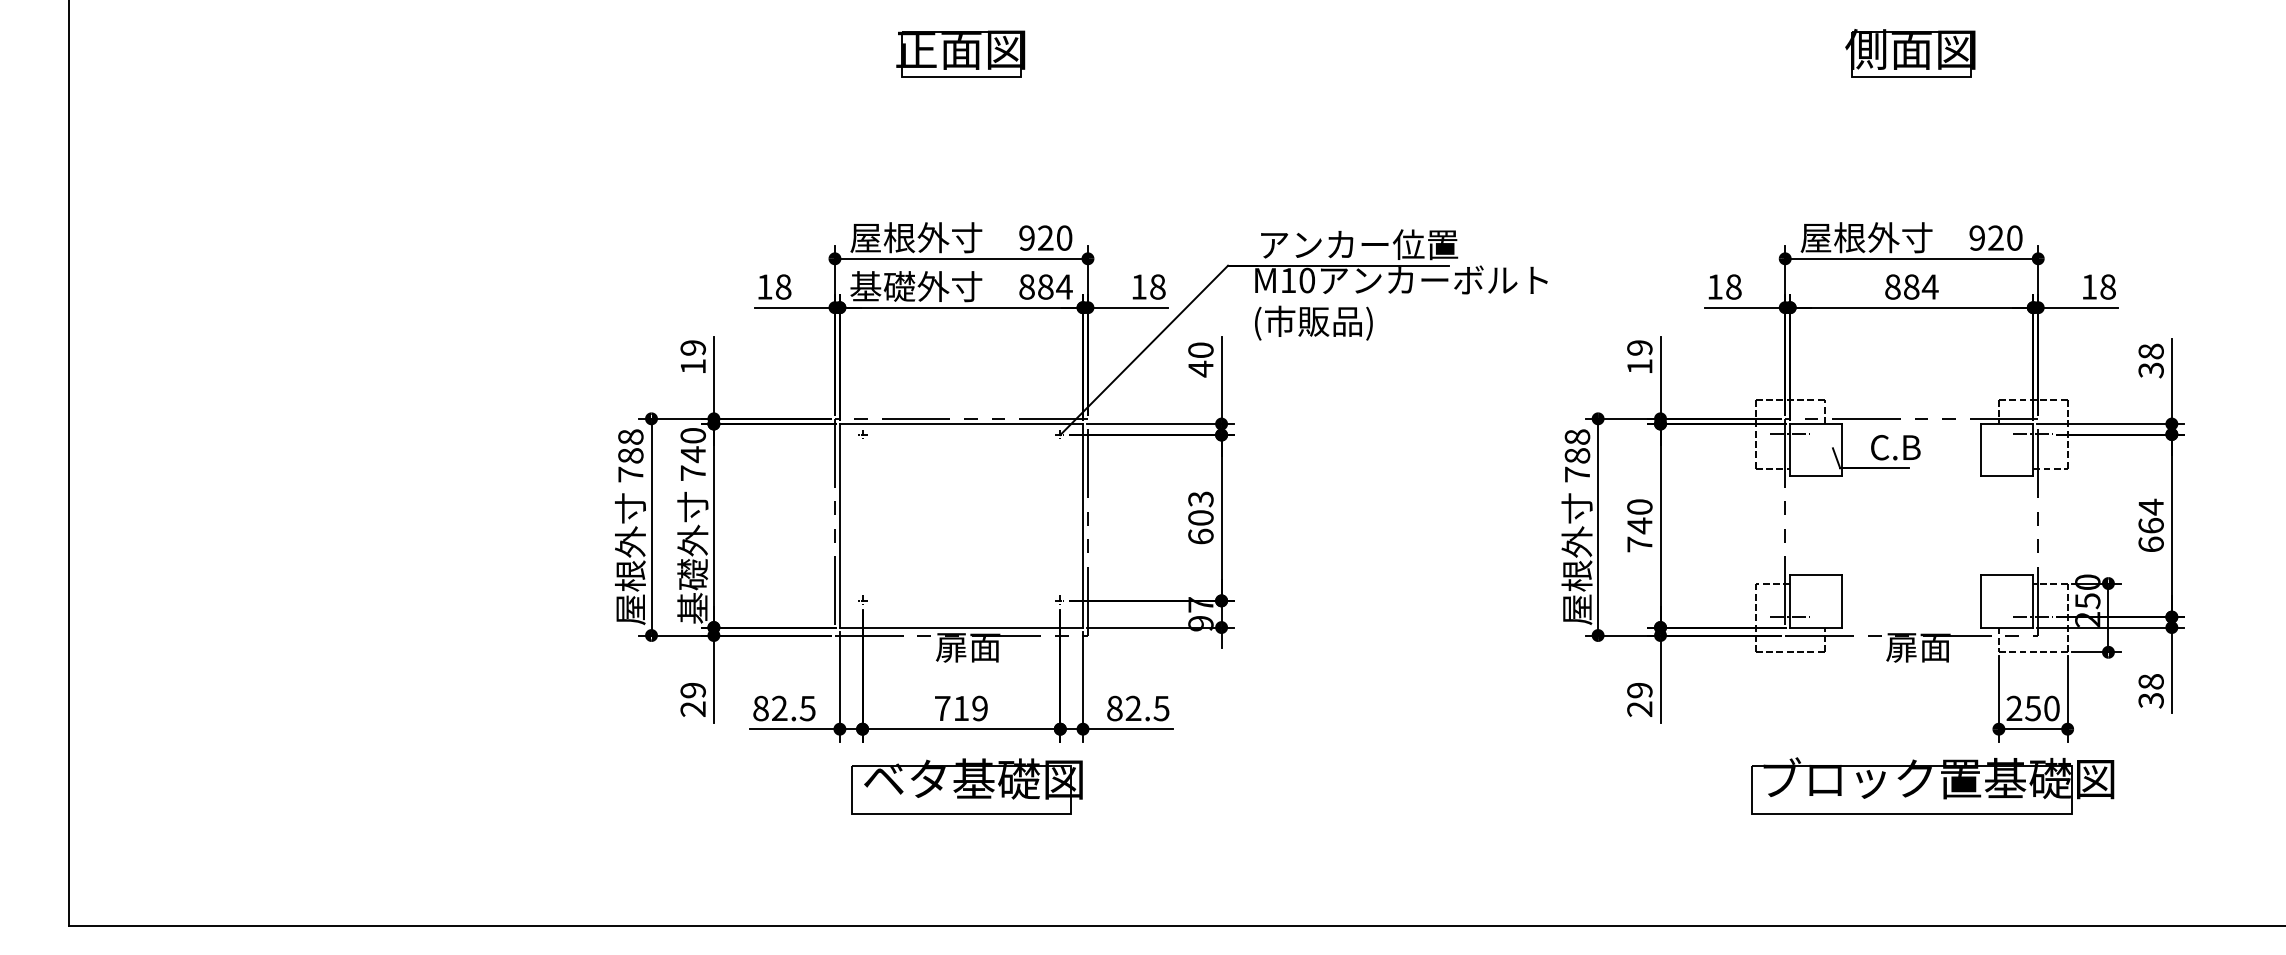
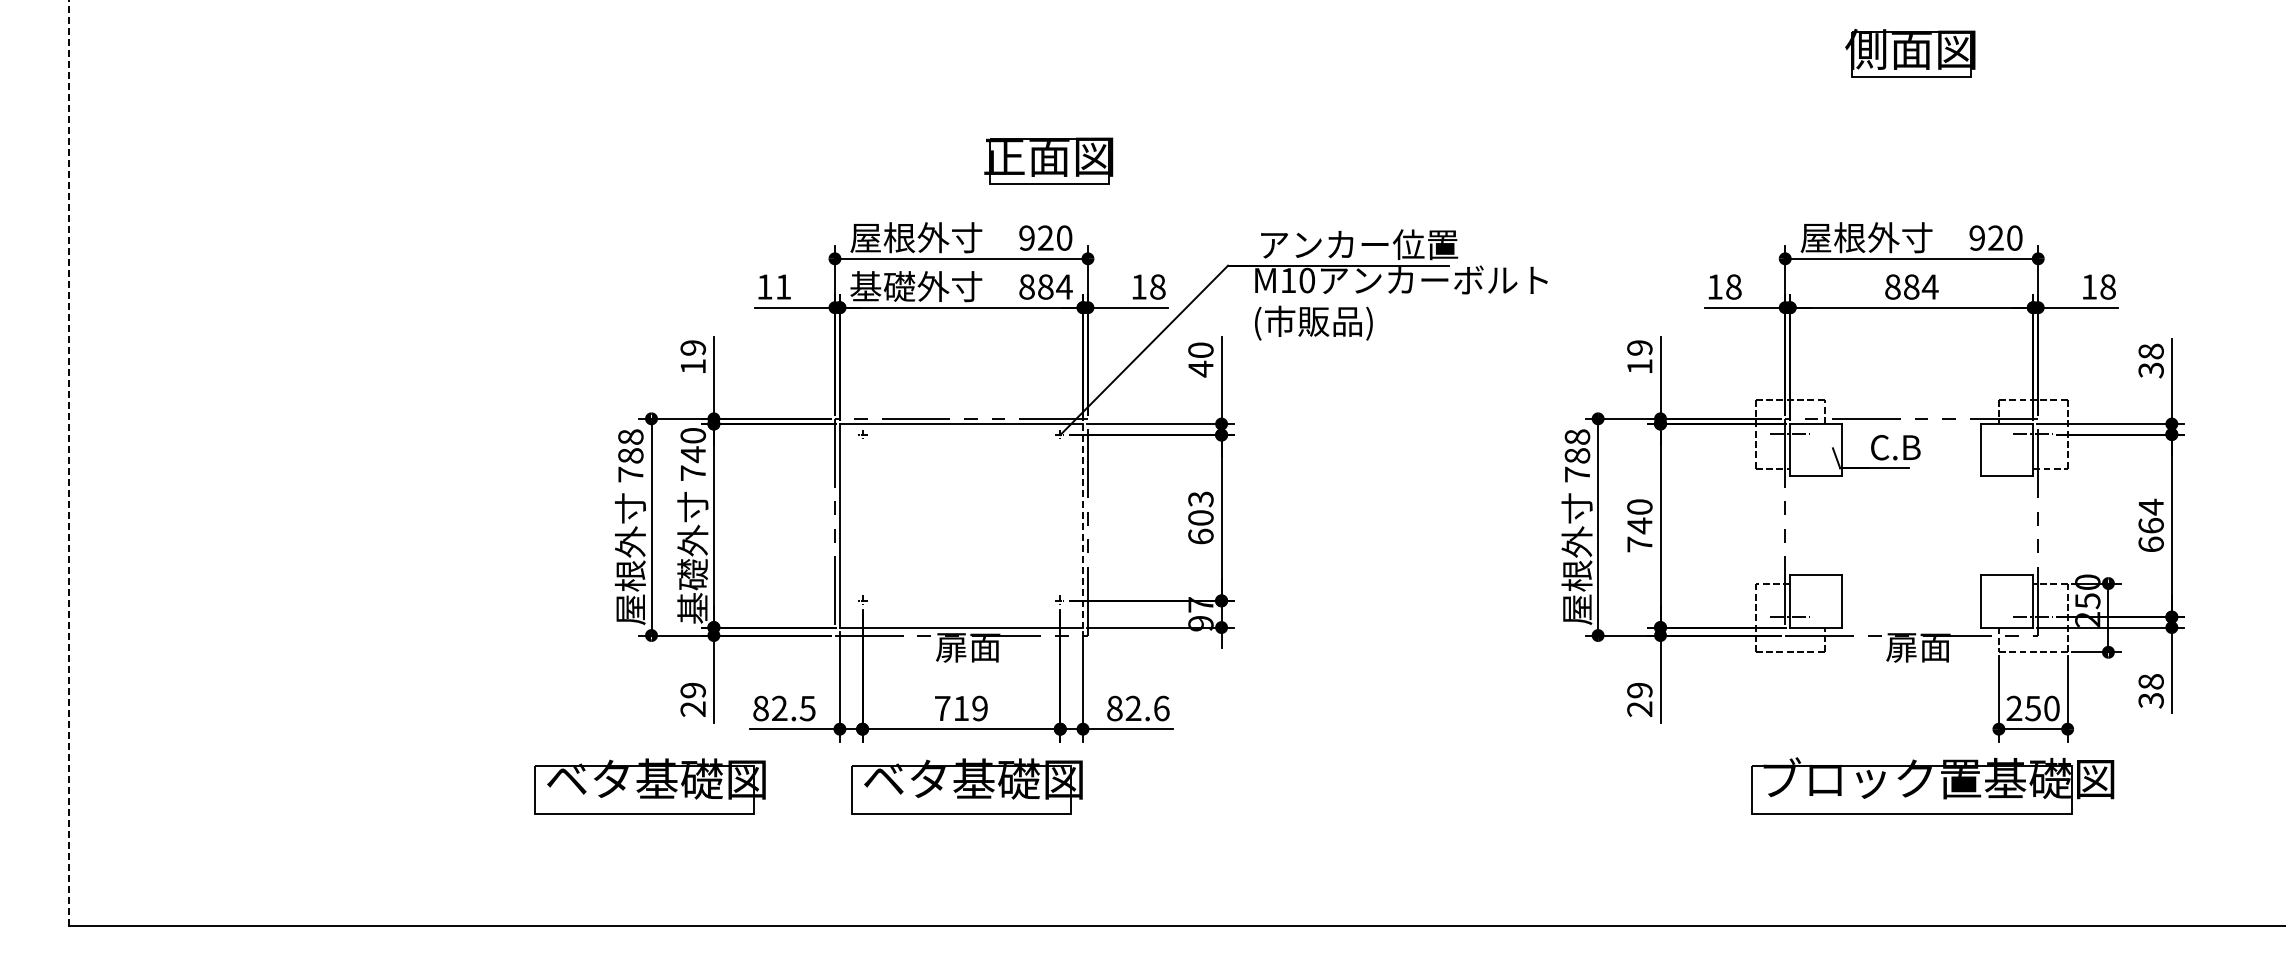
part at (960, 53) position: (960, 53) -> (1048, 160)
text at (783, 286): 18 -> 11
line at (68, 463): solid -> dashed
line at (1083, 525): solid -> dashed
text at (1161, 708): 82.5 -> 82.6
part at (649, 786): none -> present
